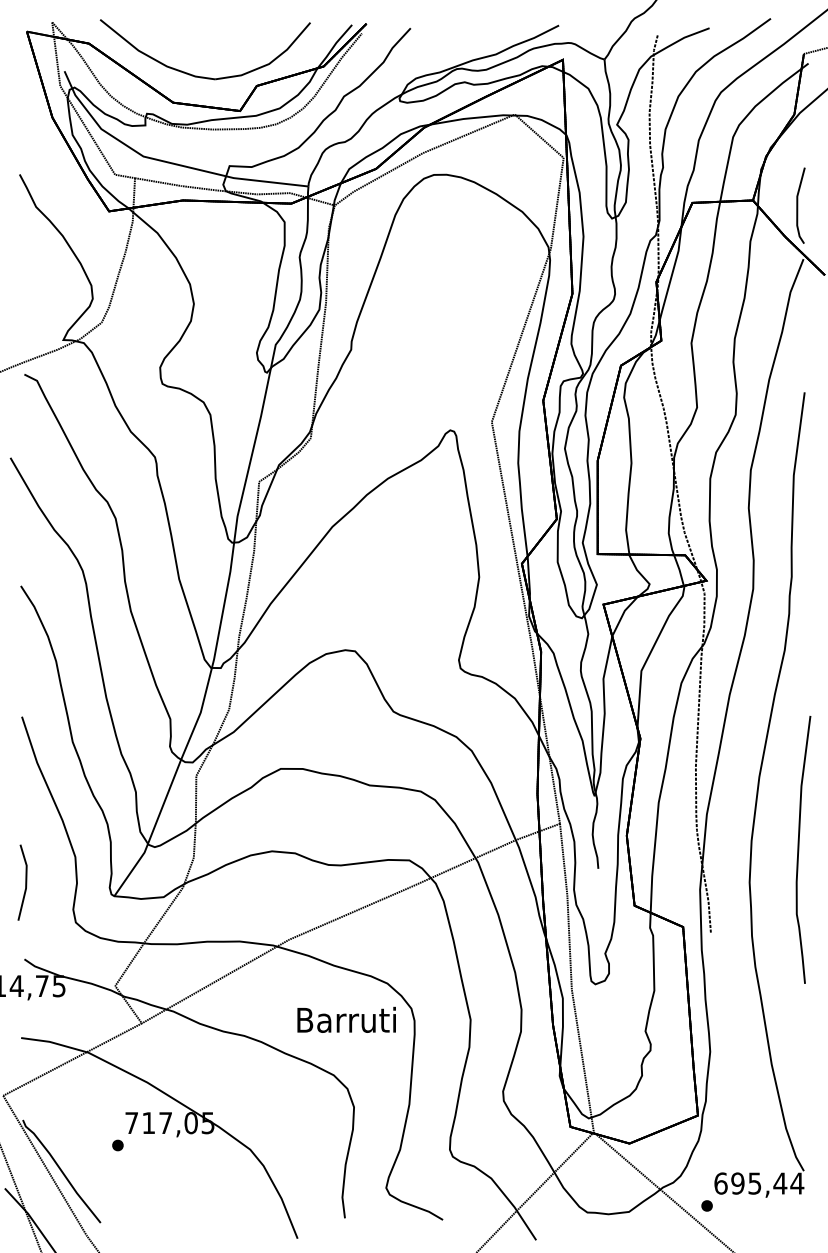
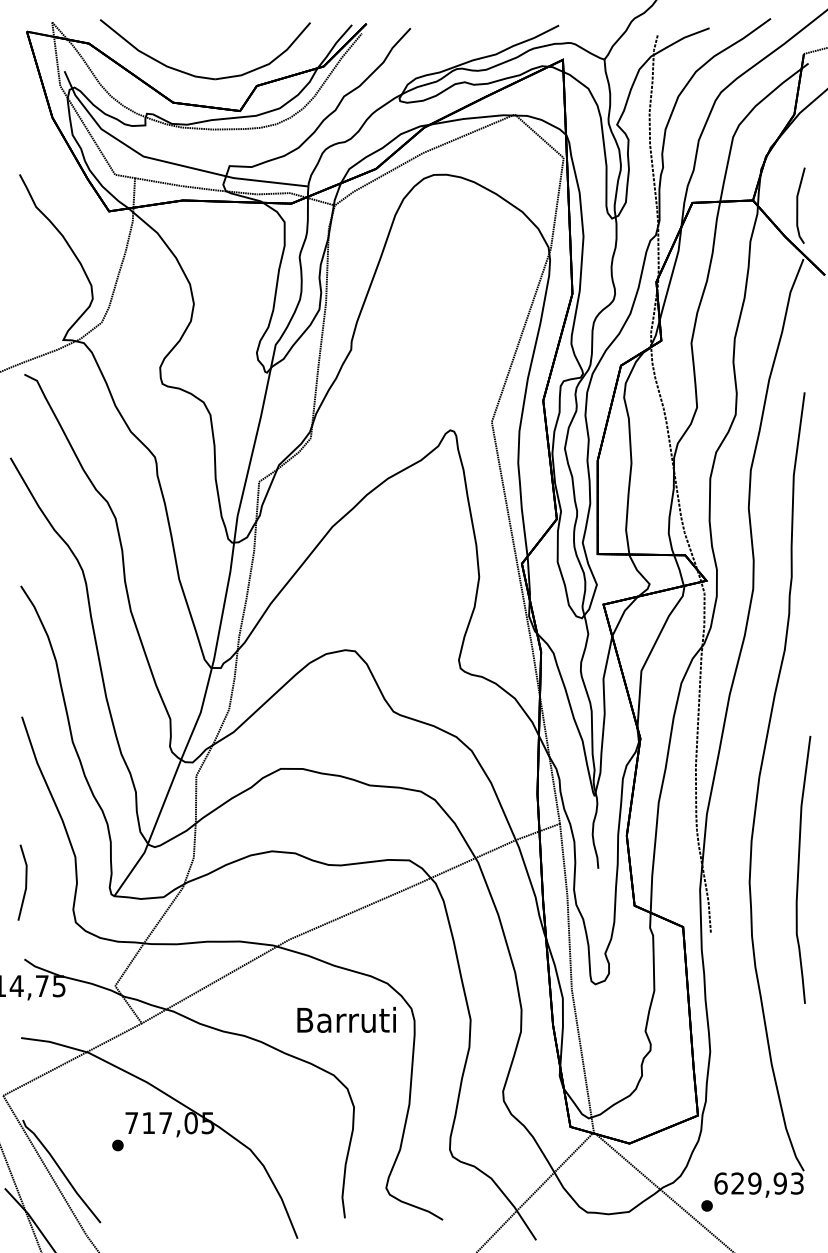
curve at (799, 849) position: (799, 849) -> (799, 869)
text at (767, 1183): 695,44 -> 629,93
